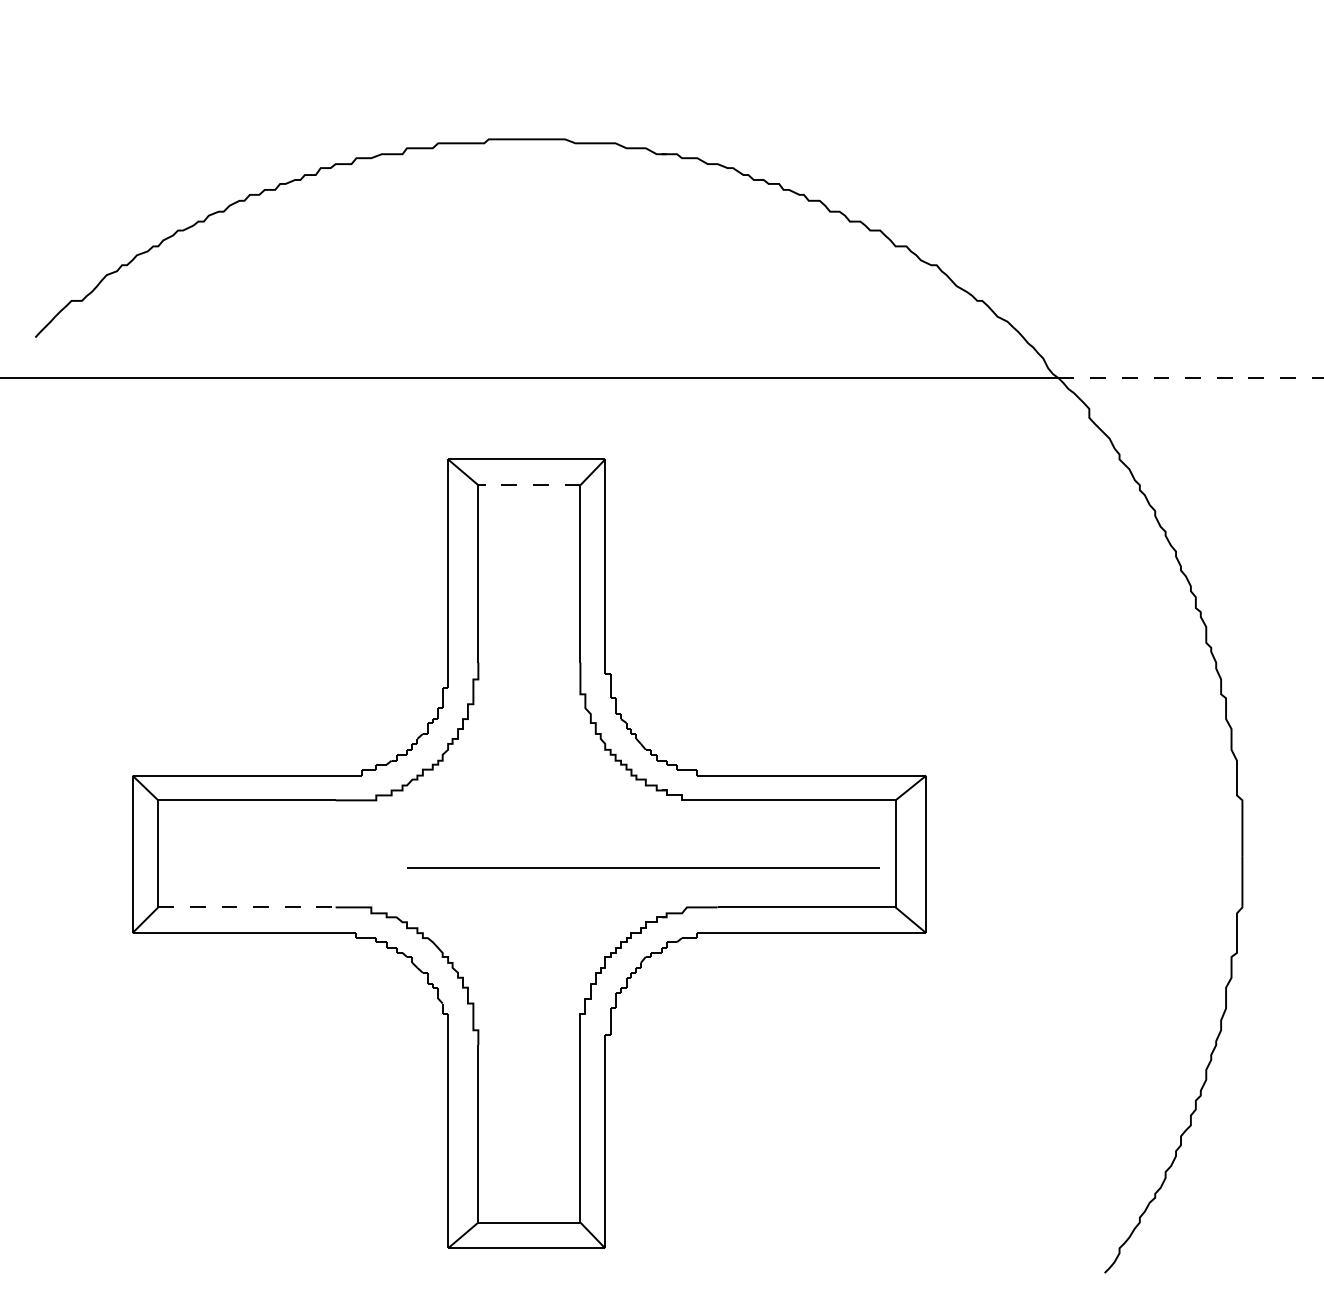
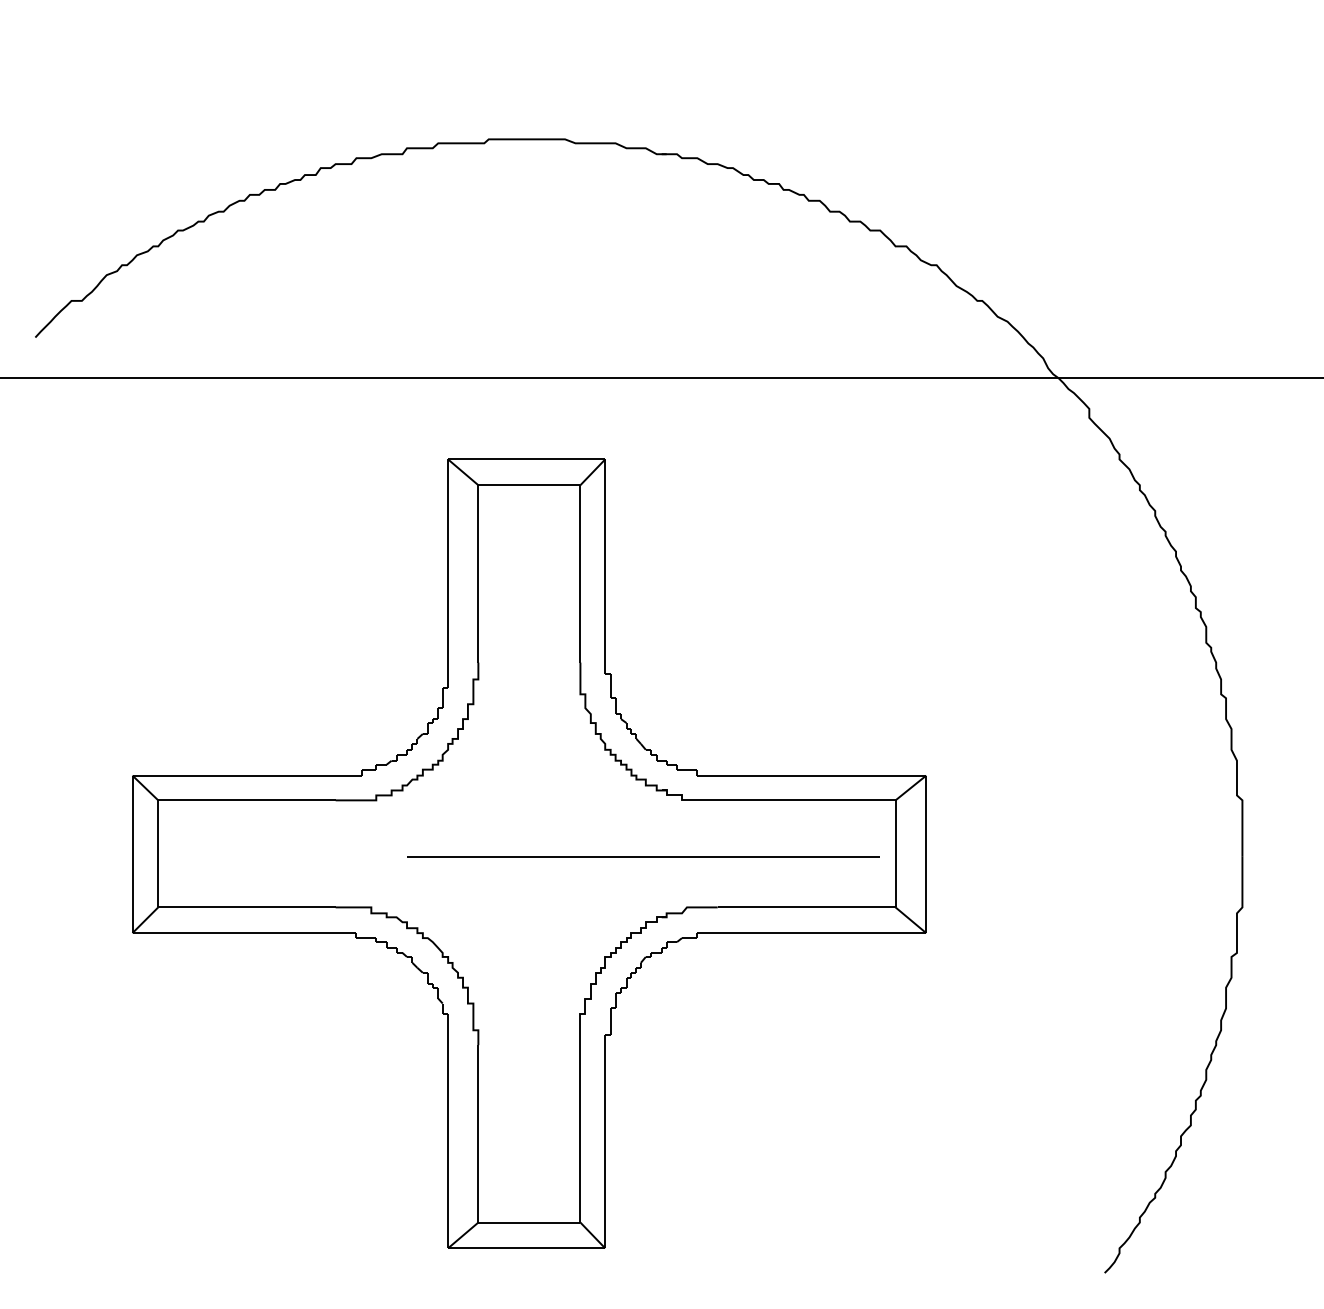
line at (1191, 378): dashed -> solid
line at (528, 485): dashed -> solid
line at (643, 867) position: (643, 867) -> (643, 856)
line at (246, 907): dashed -> solid
